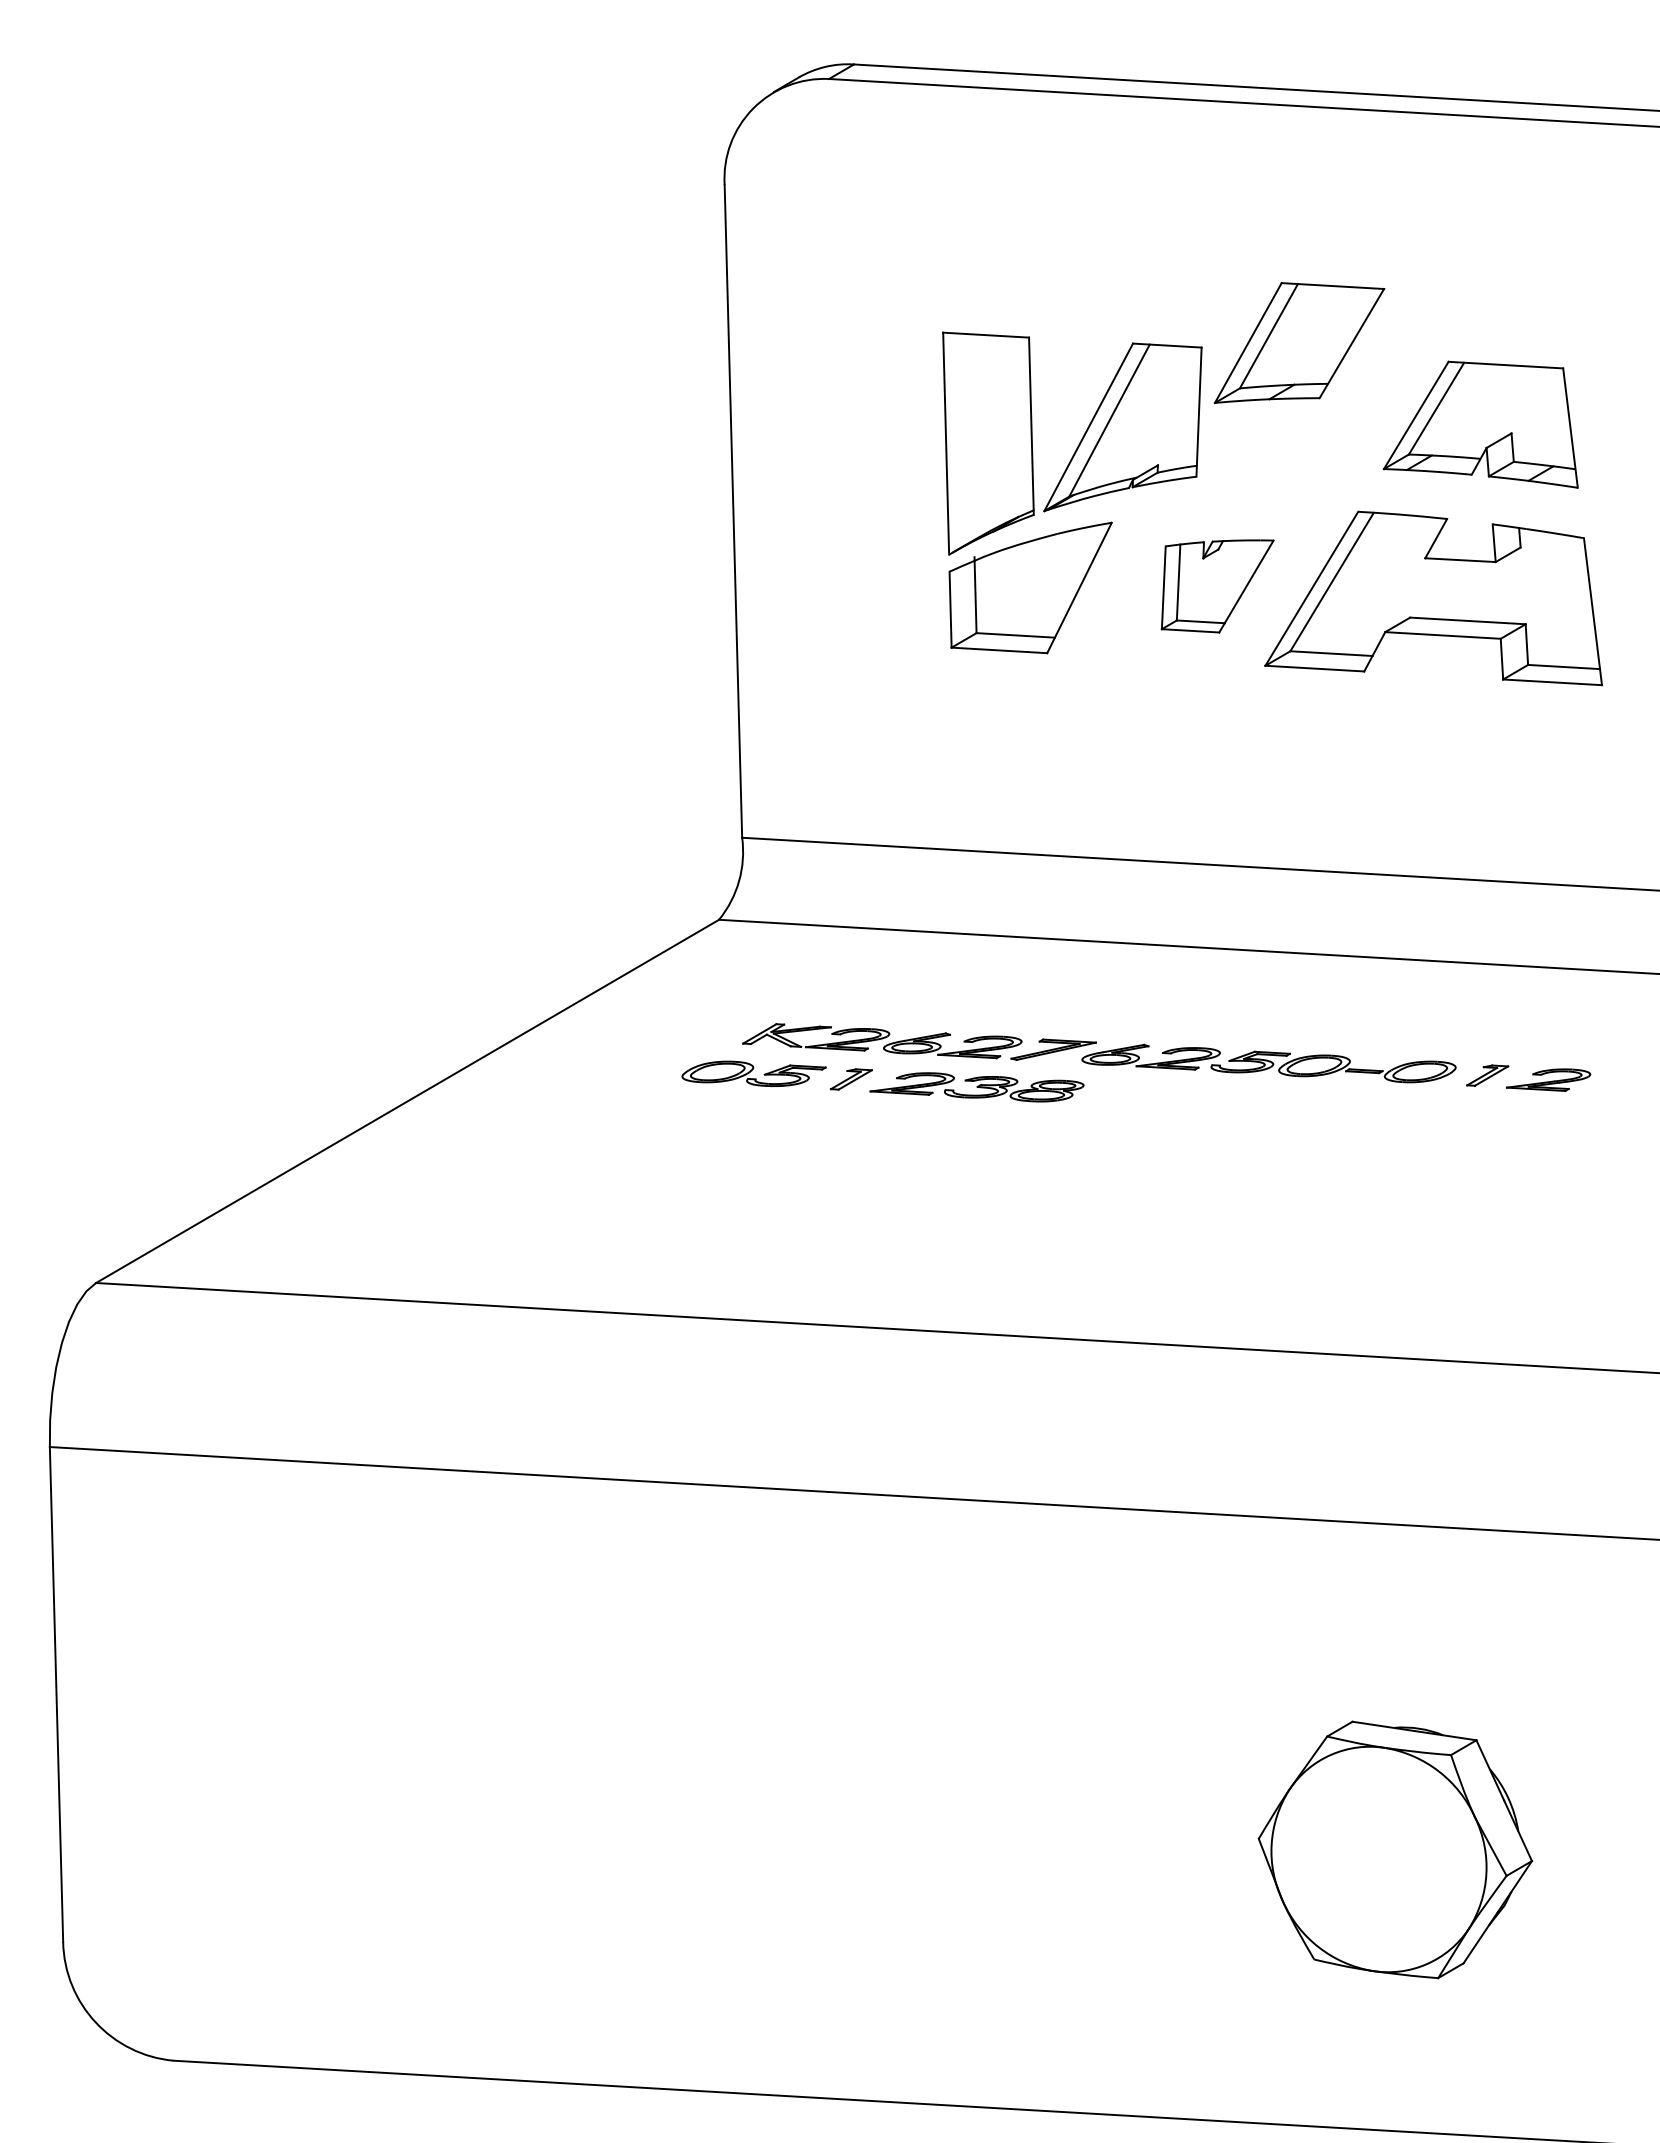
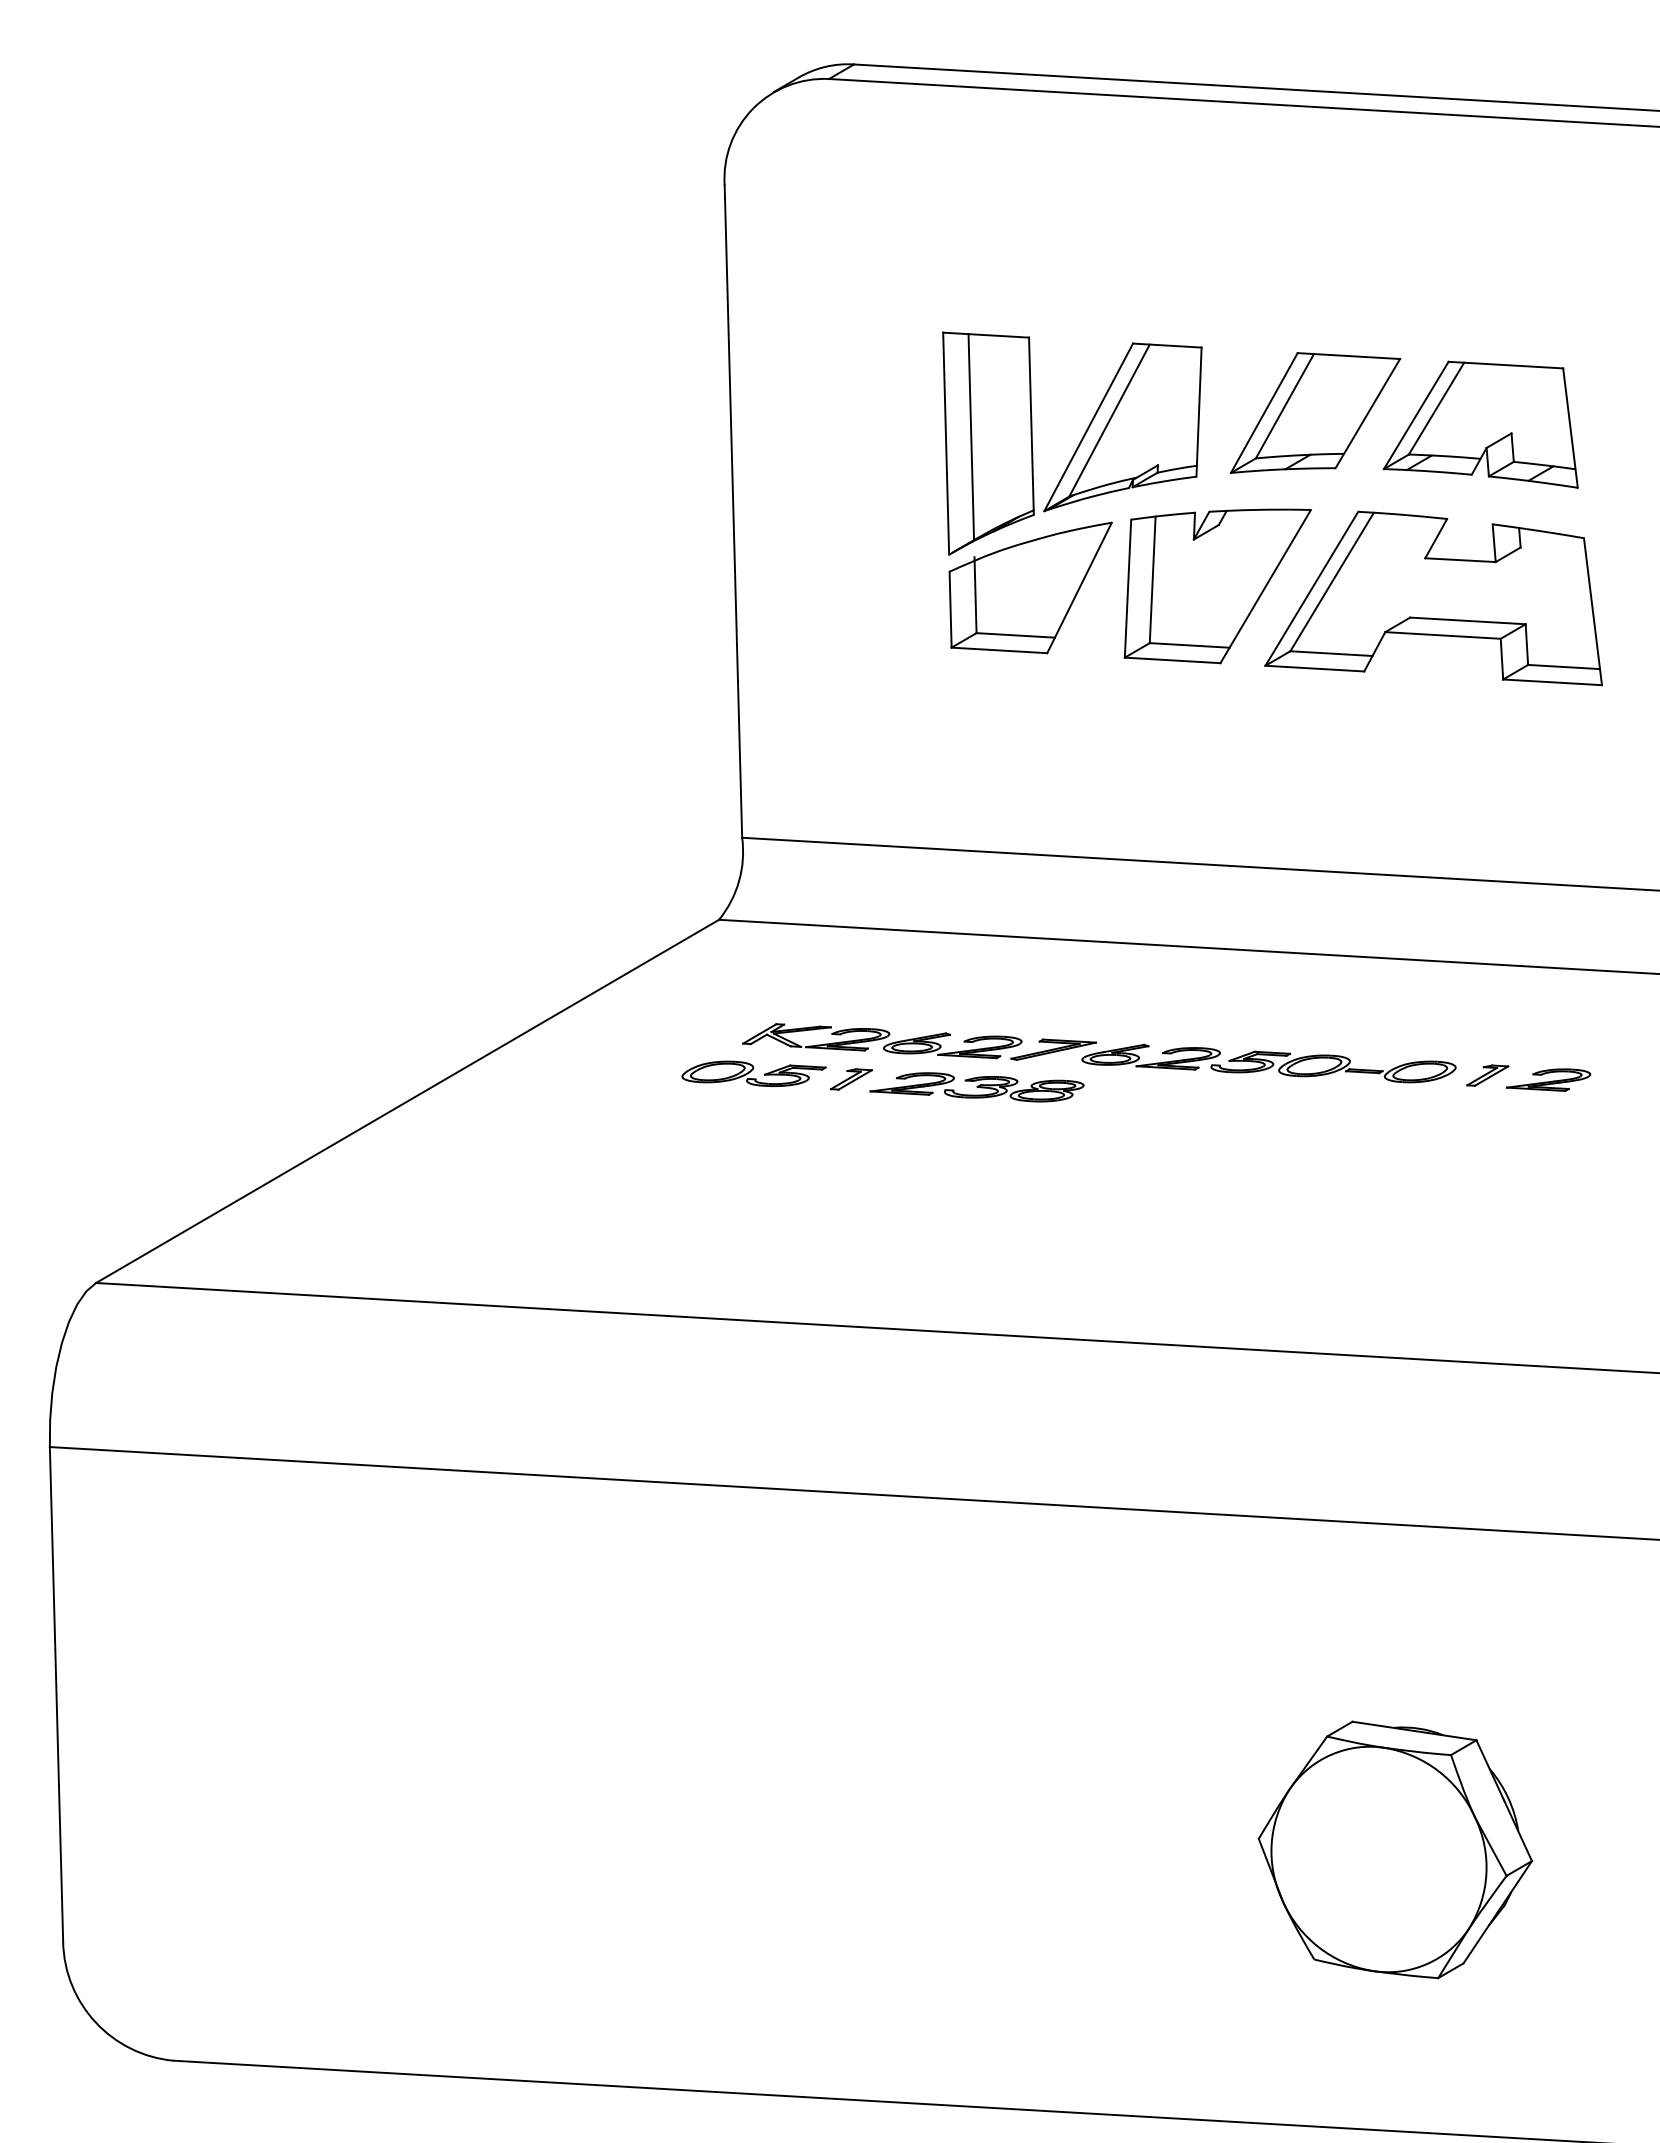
part at (1299, 342) position: (1299, 342) -> (1315, 412)
line at (971, 437): none -> present
part at (1217, 586) size: 115x95 px -> 189x157 px
